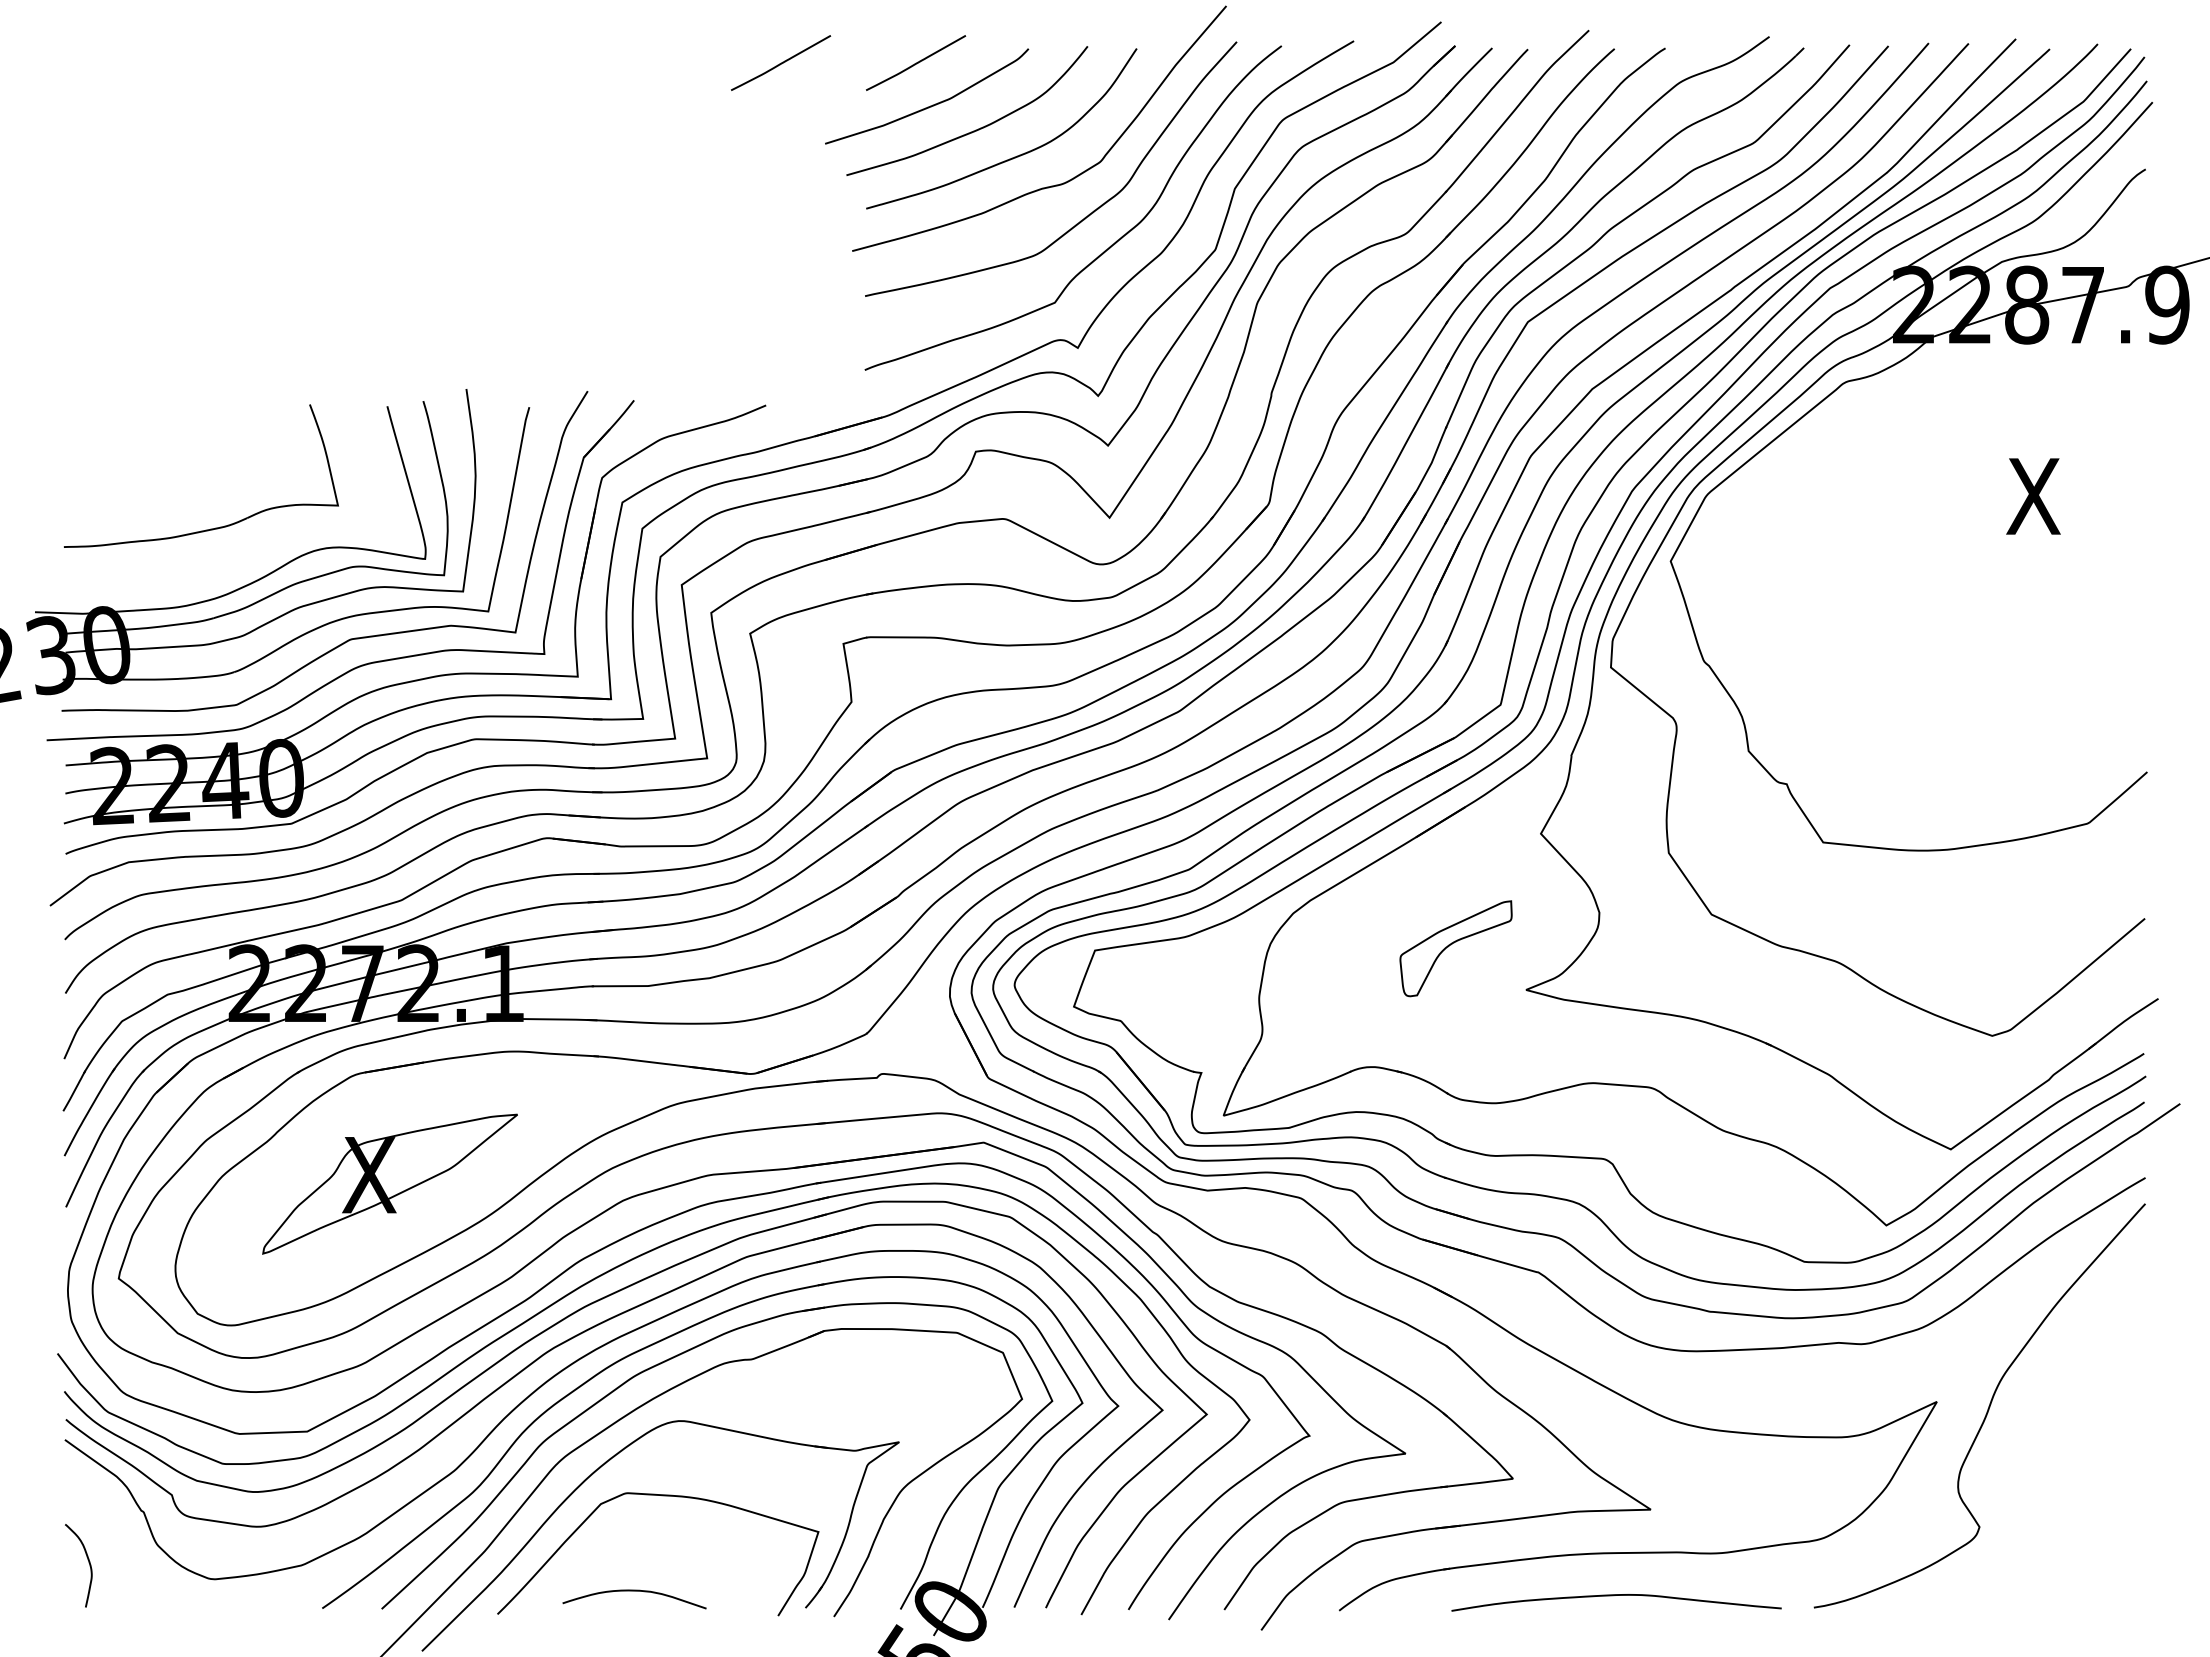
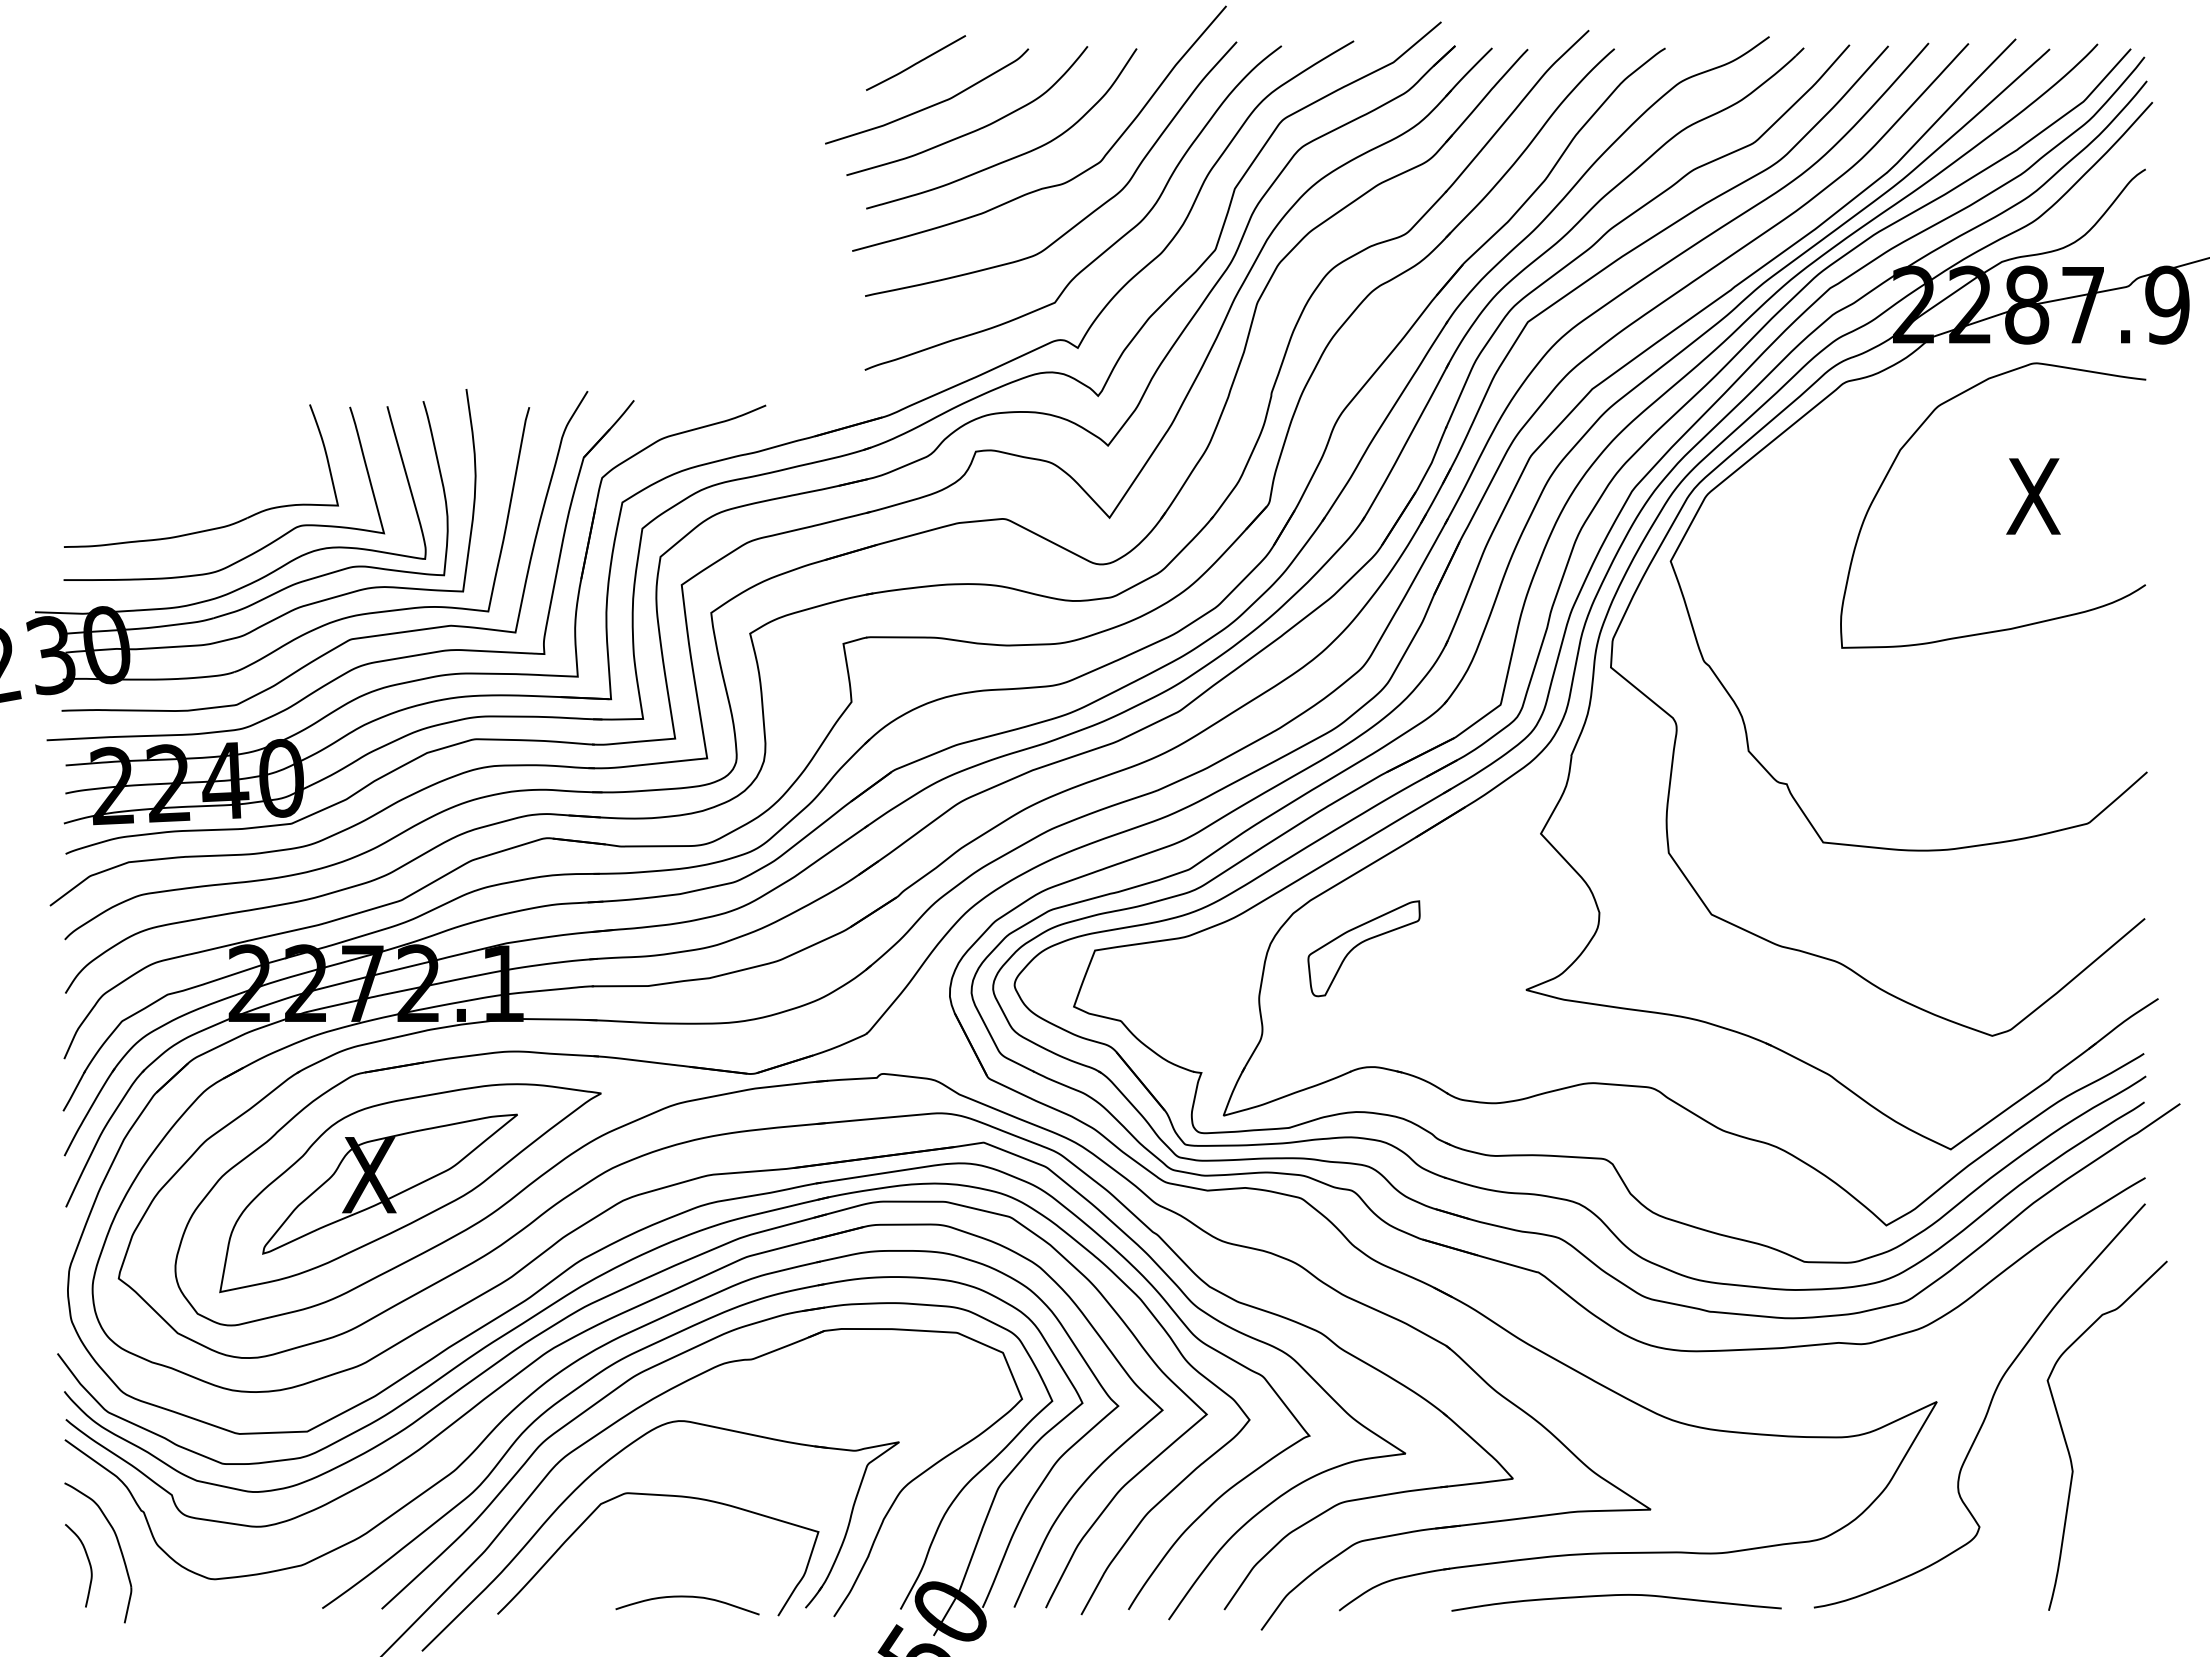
curve at (781, 62): present -> none
curve at (1913, 436): none -> present
curve at (254, 551): none -> present
part at (1455, 948) position: (1455, 948) -> (1363, 948)
part at (410, 1188): none -> present
curve at (2067, 1443): none -> present
part at (118, 1546): none -> present
curve at (634, 1591) position: (634, 1591) -> (687, 1597)
